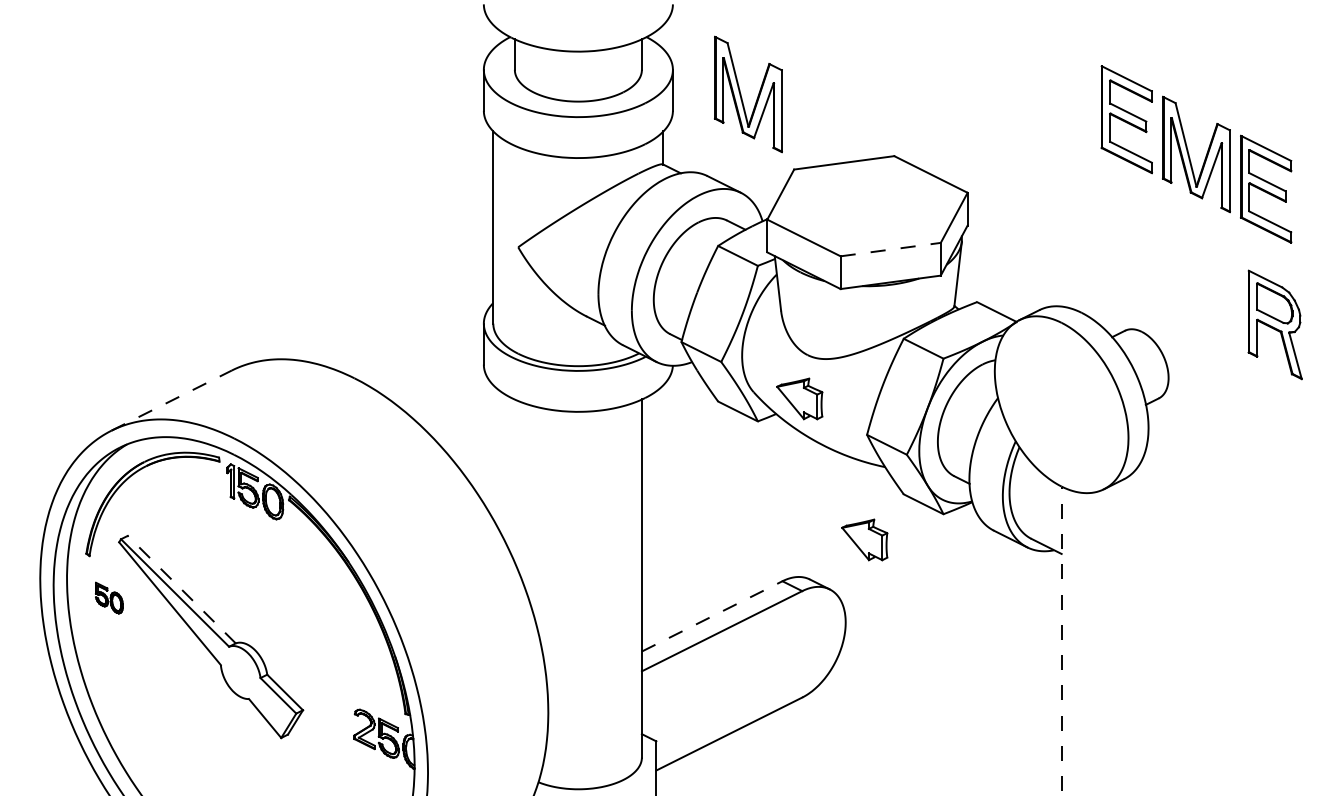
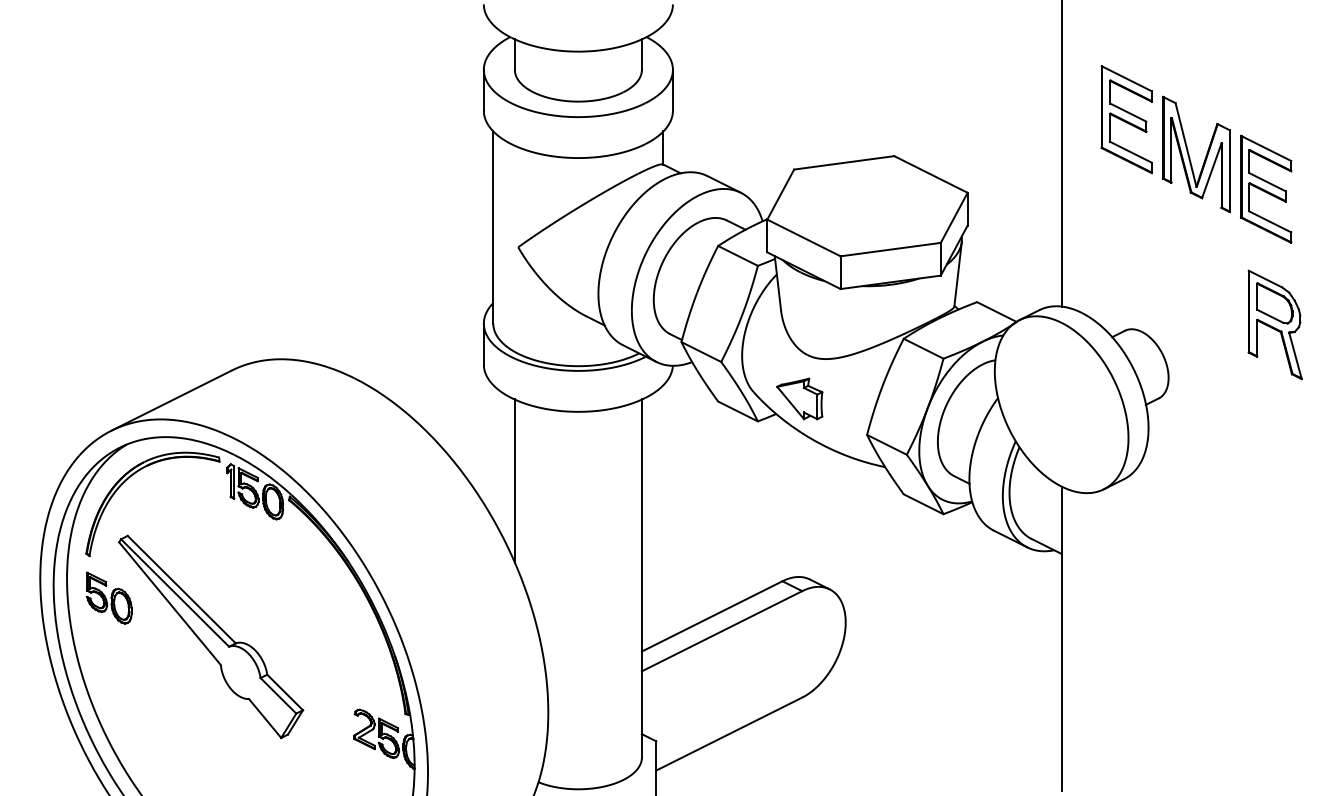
part at (742, 97): present -> none
line at (1061, 154): none -> present
line at (890, 249): dashed -> solid
line at (172, 400): dashed -> solid
line at (514, 480): none -> present
part at (864, 539): present -> none
line at (181, 589): dashed -> solid
part at (109, 597) size: 29x34 px -> 47x54 px
line at (712, 616): dashed -> solid
line at (1061, 638): dashed -> solid
